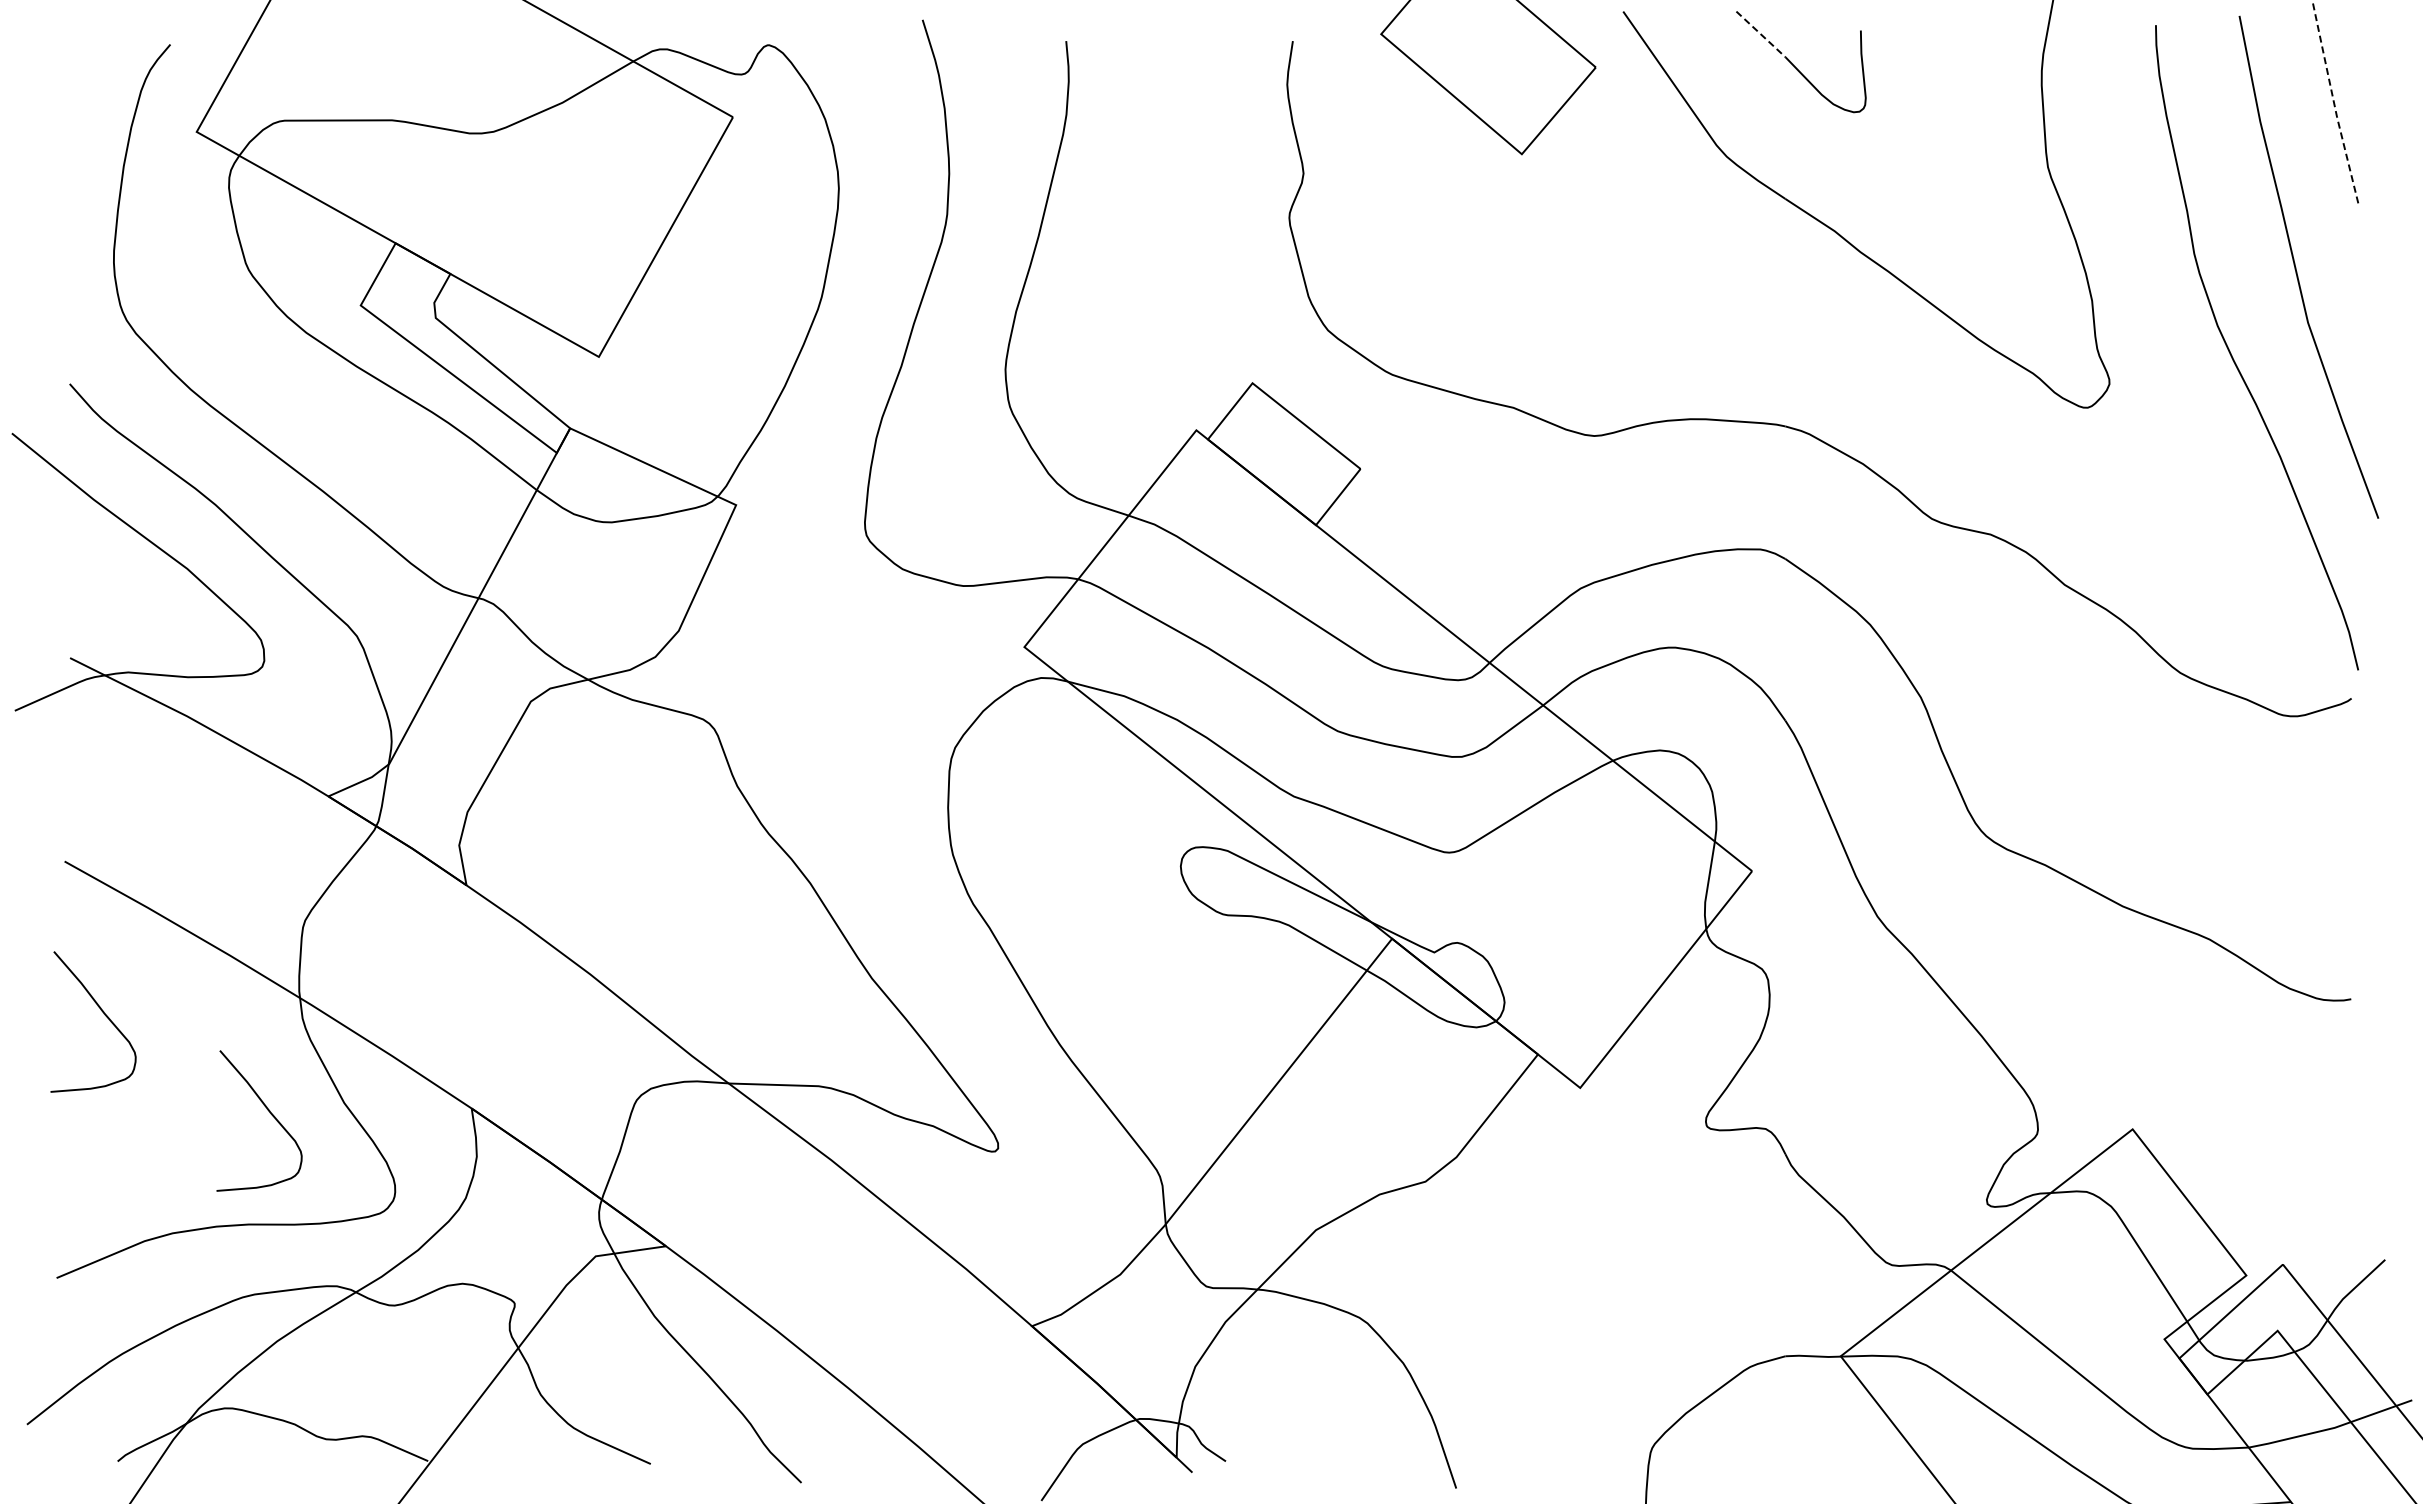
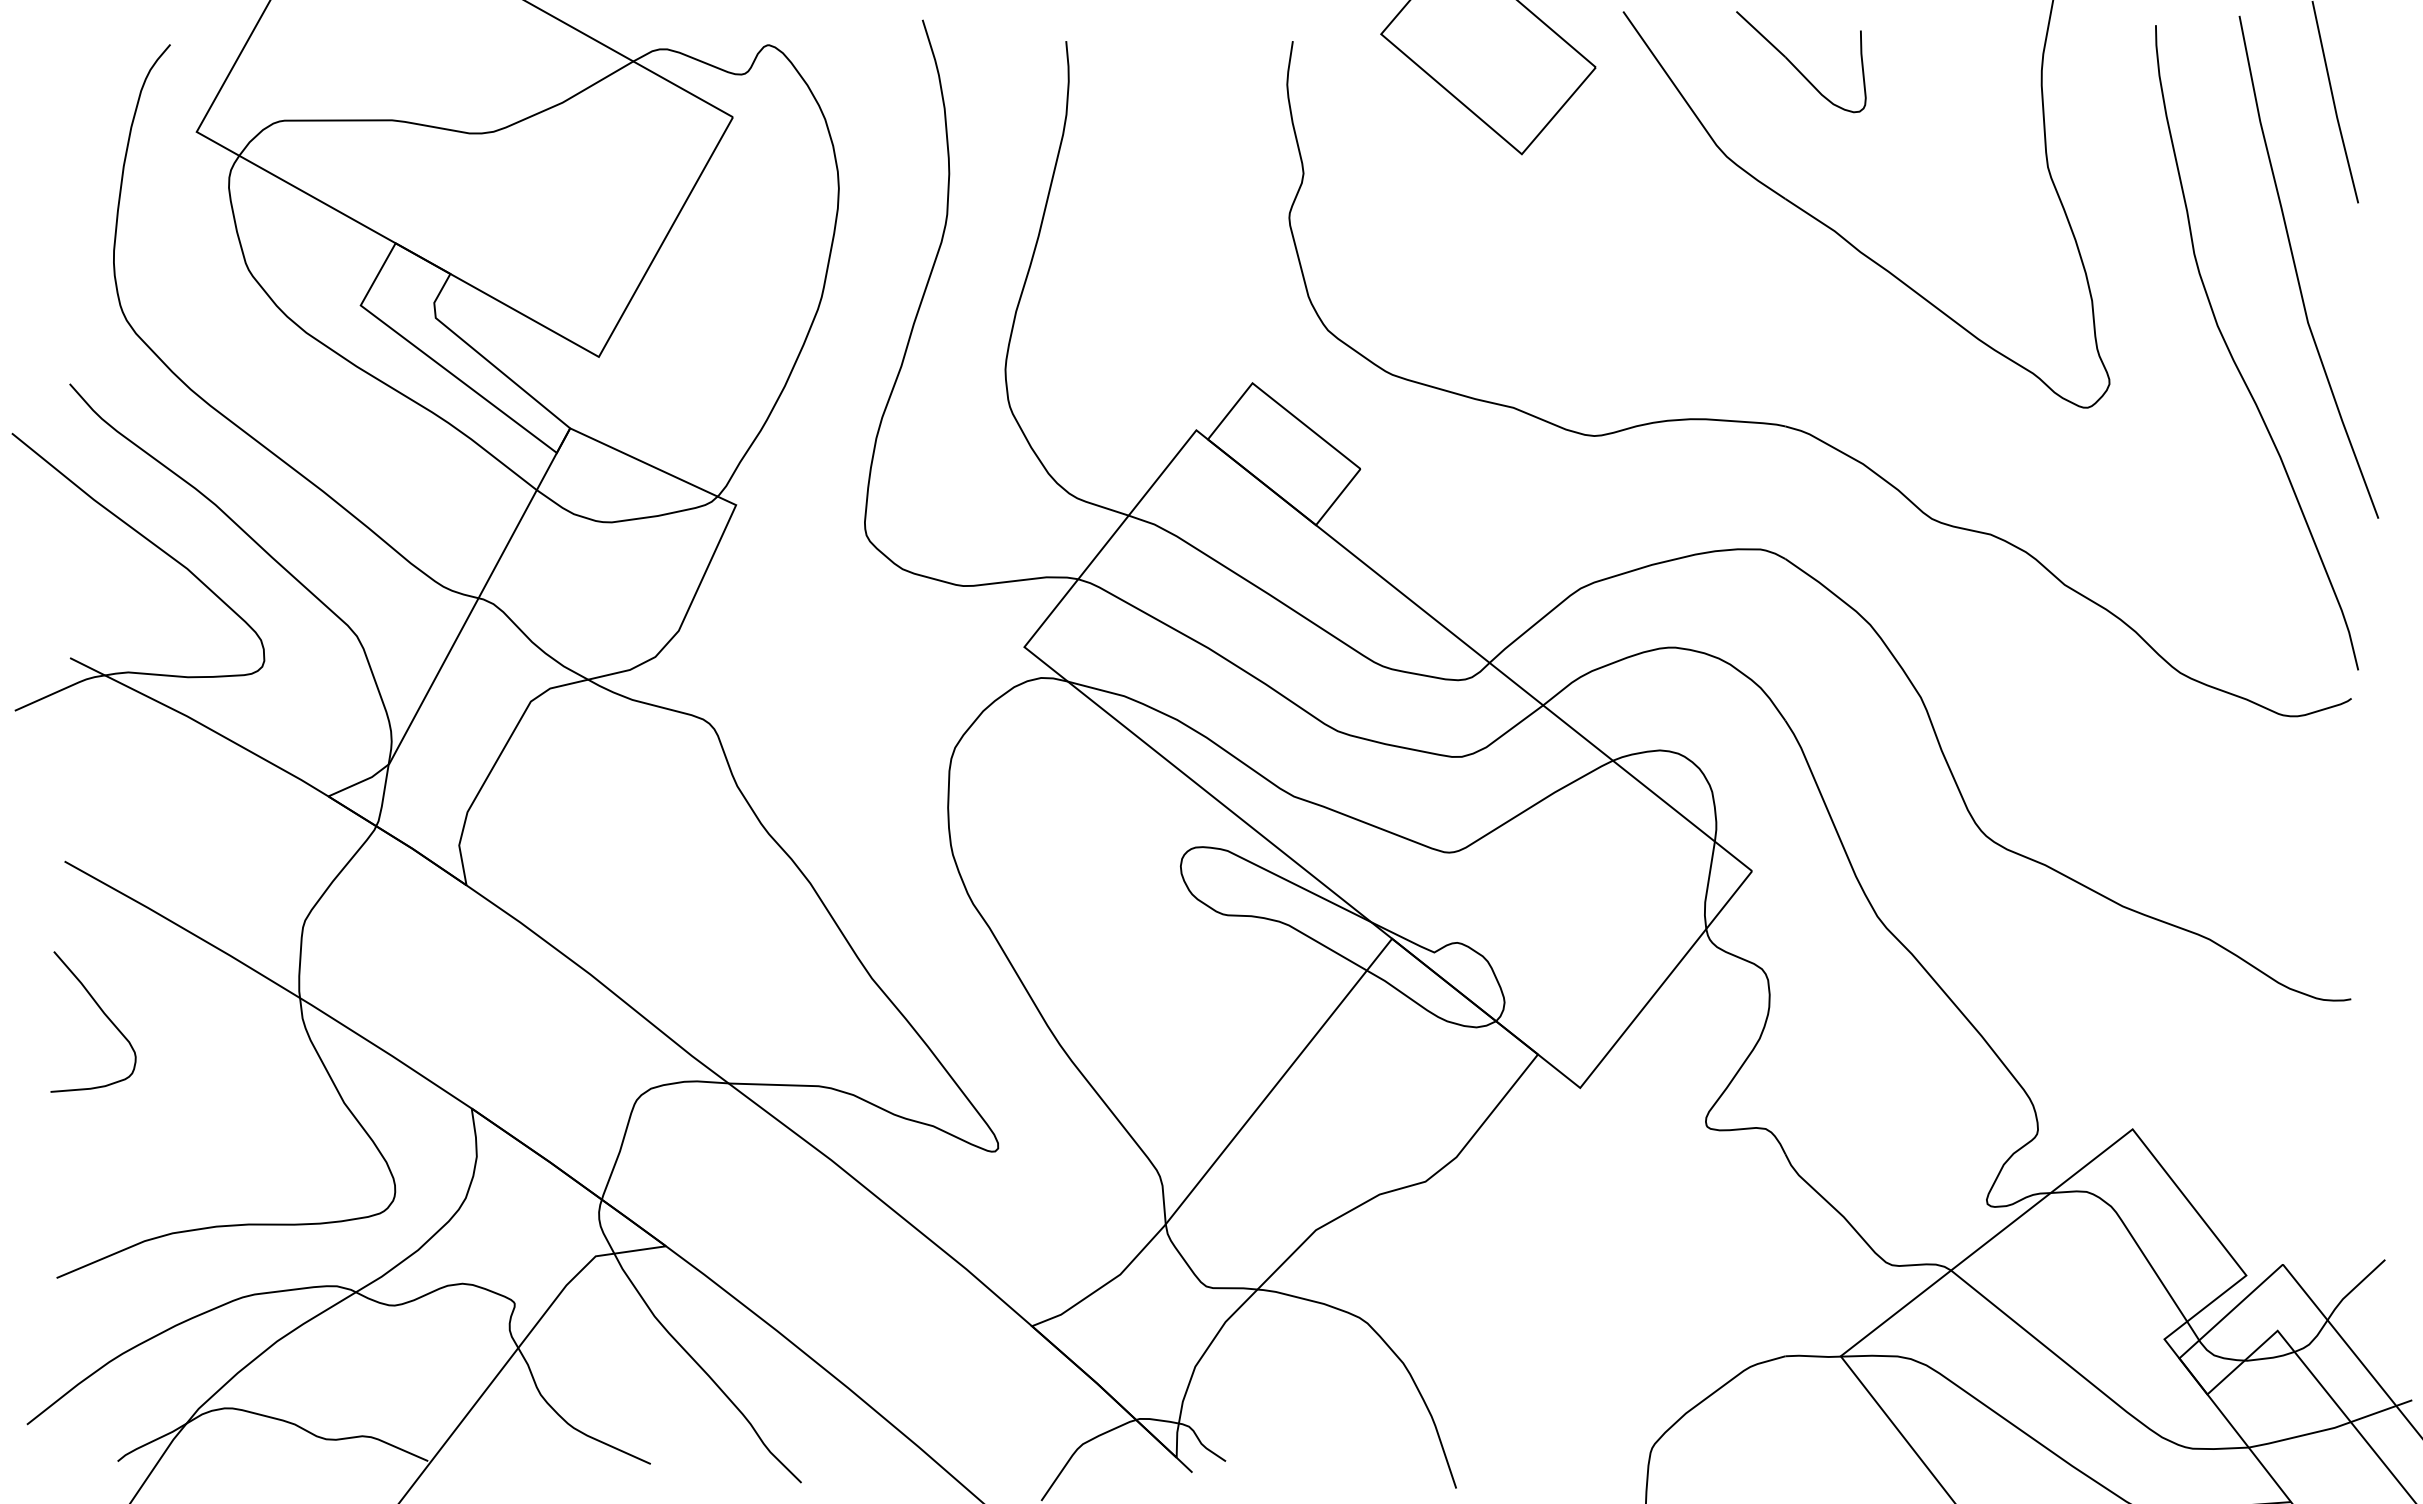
line at (1761, 34): dashed -> solid
line at (2334, 103): dashed -> solid
curve at (270, 1114): present -> none
